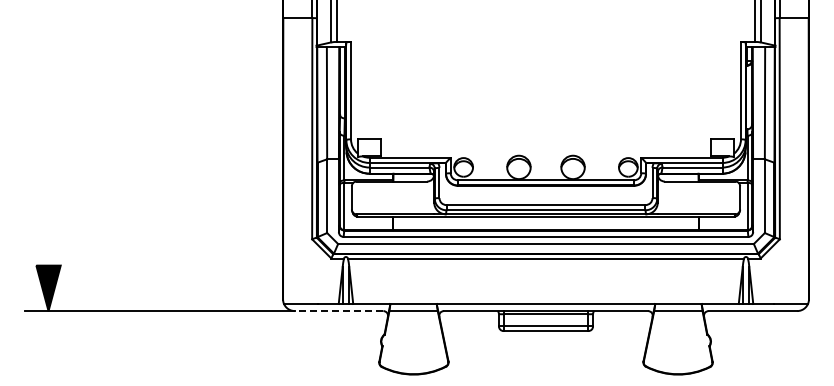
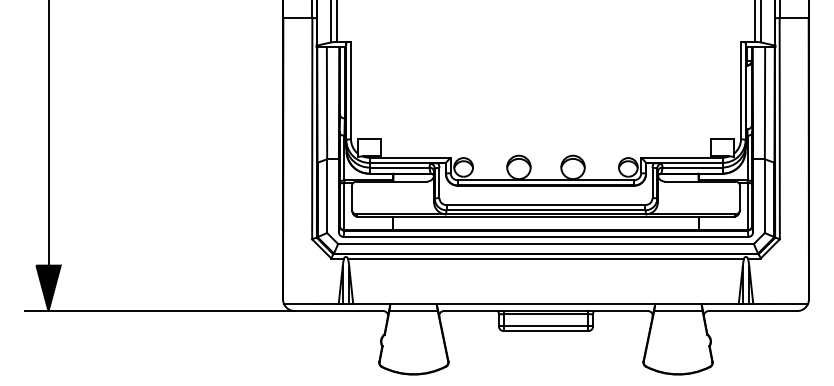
line at (48, 133): none -> present
line at (338, 311): dashed -> solid
